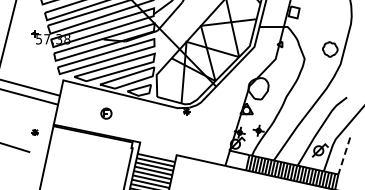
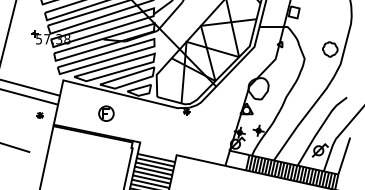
part at (106, 113) size: 13x13 px -> 17x17 px
part at (34, 132) position: (34, 132) -> (39, 115)
line at (344, 156): dashed -> solid
